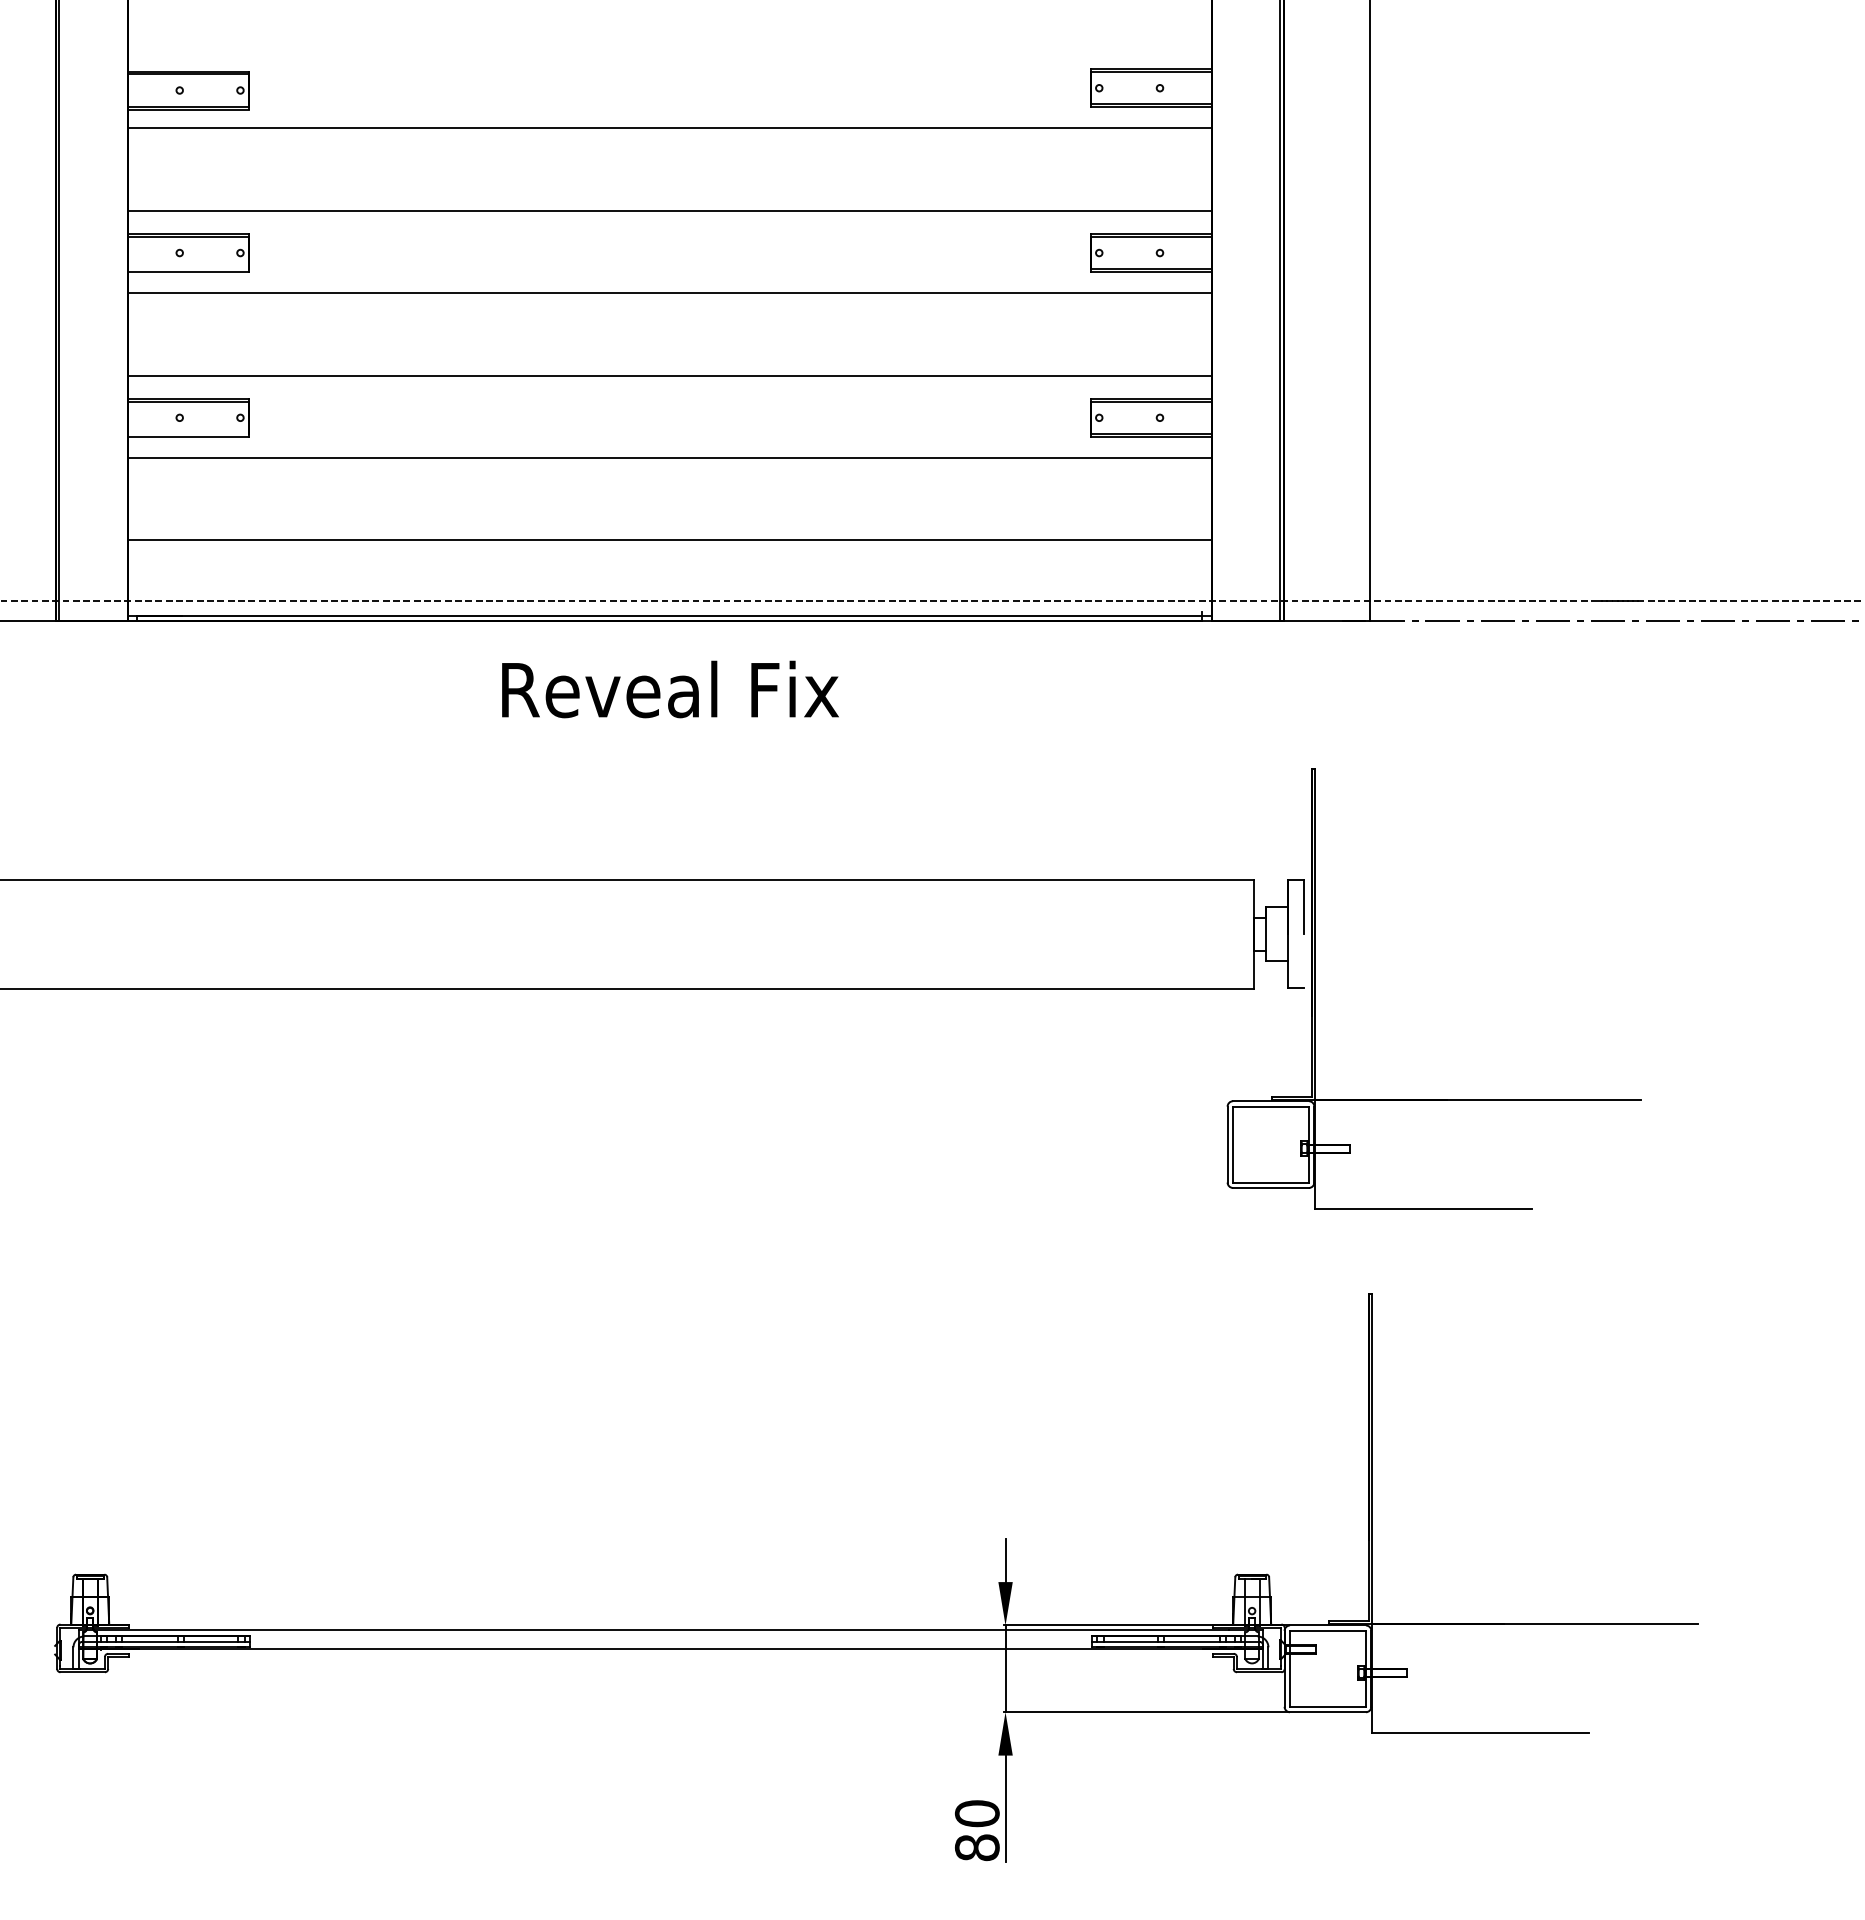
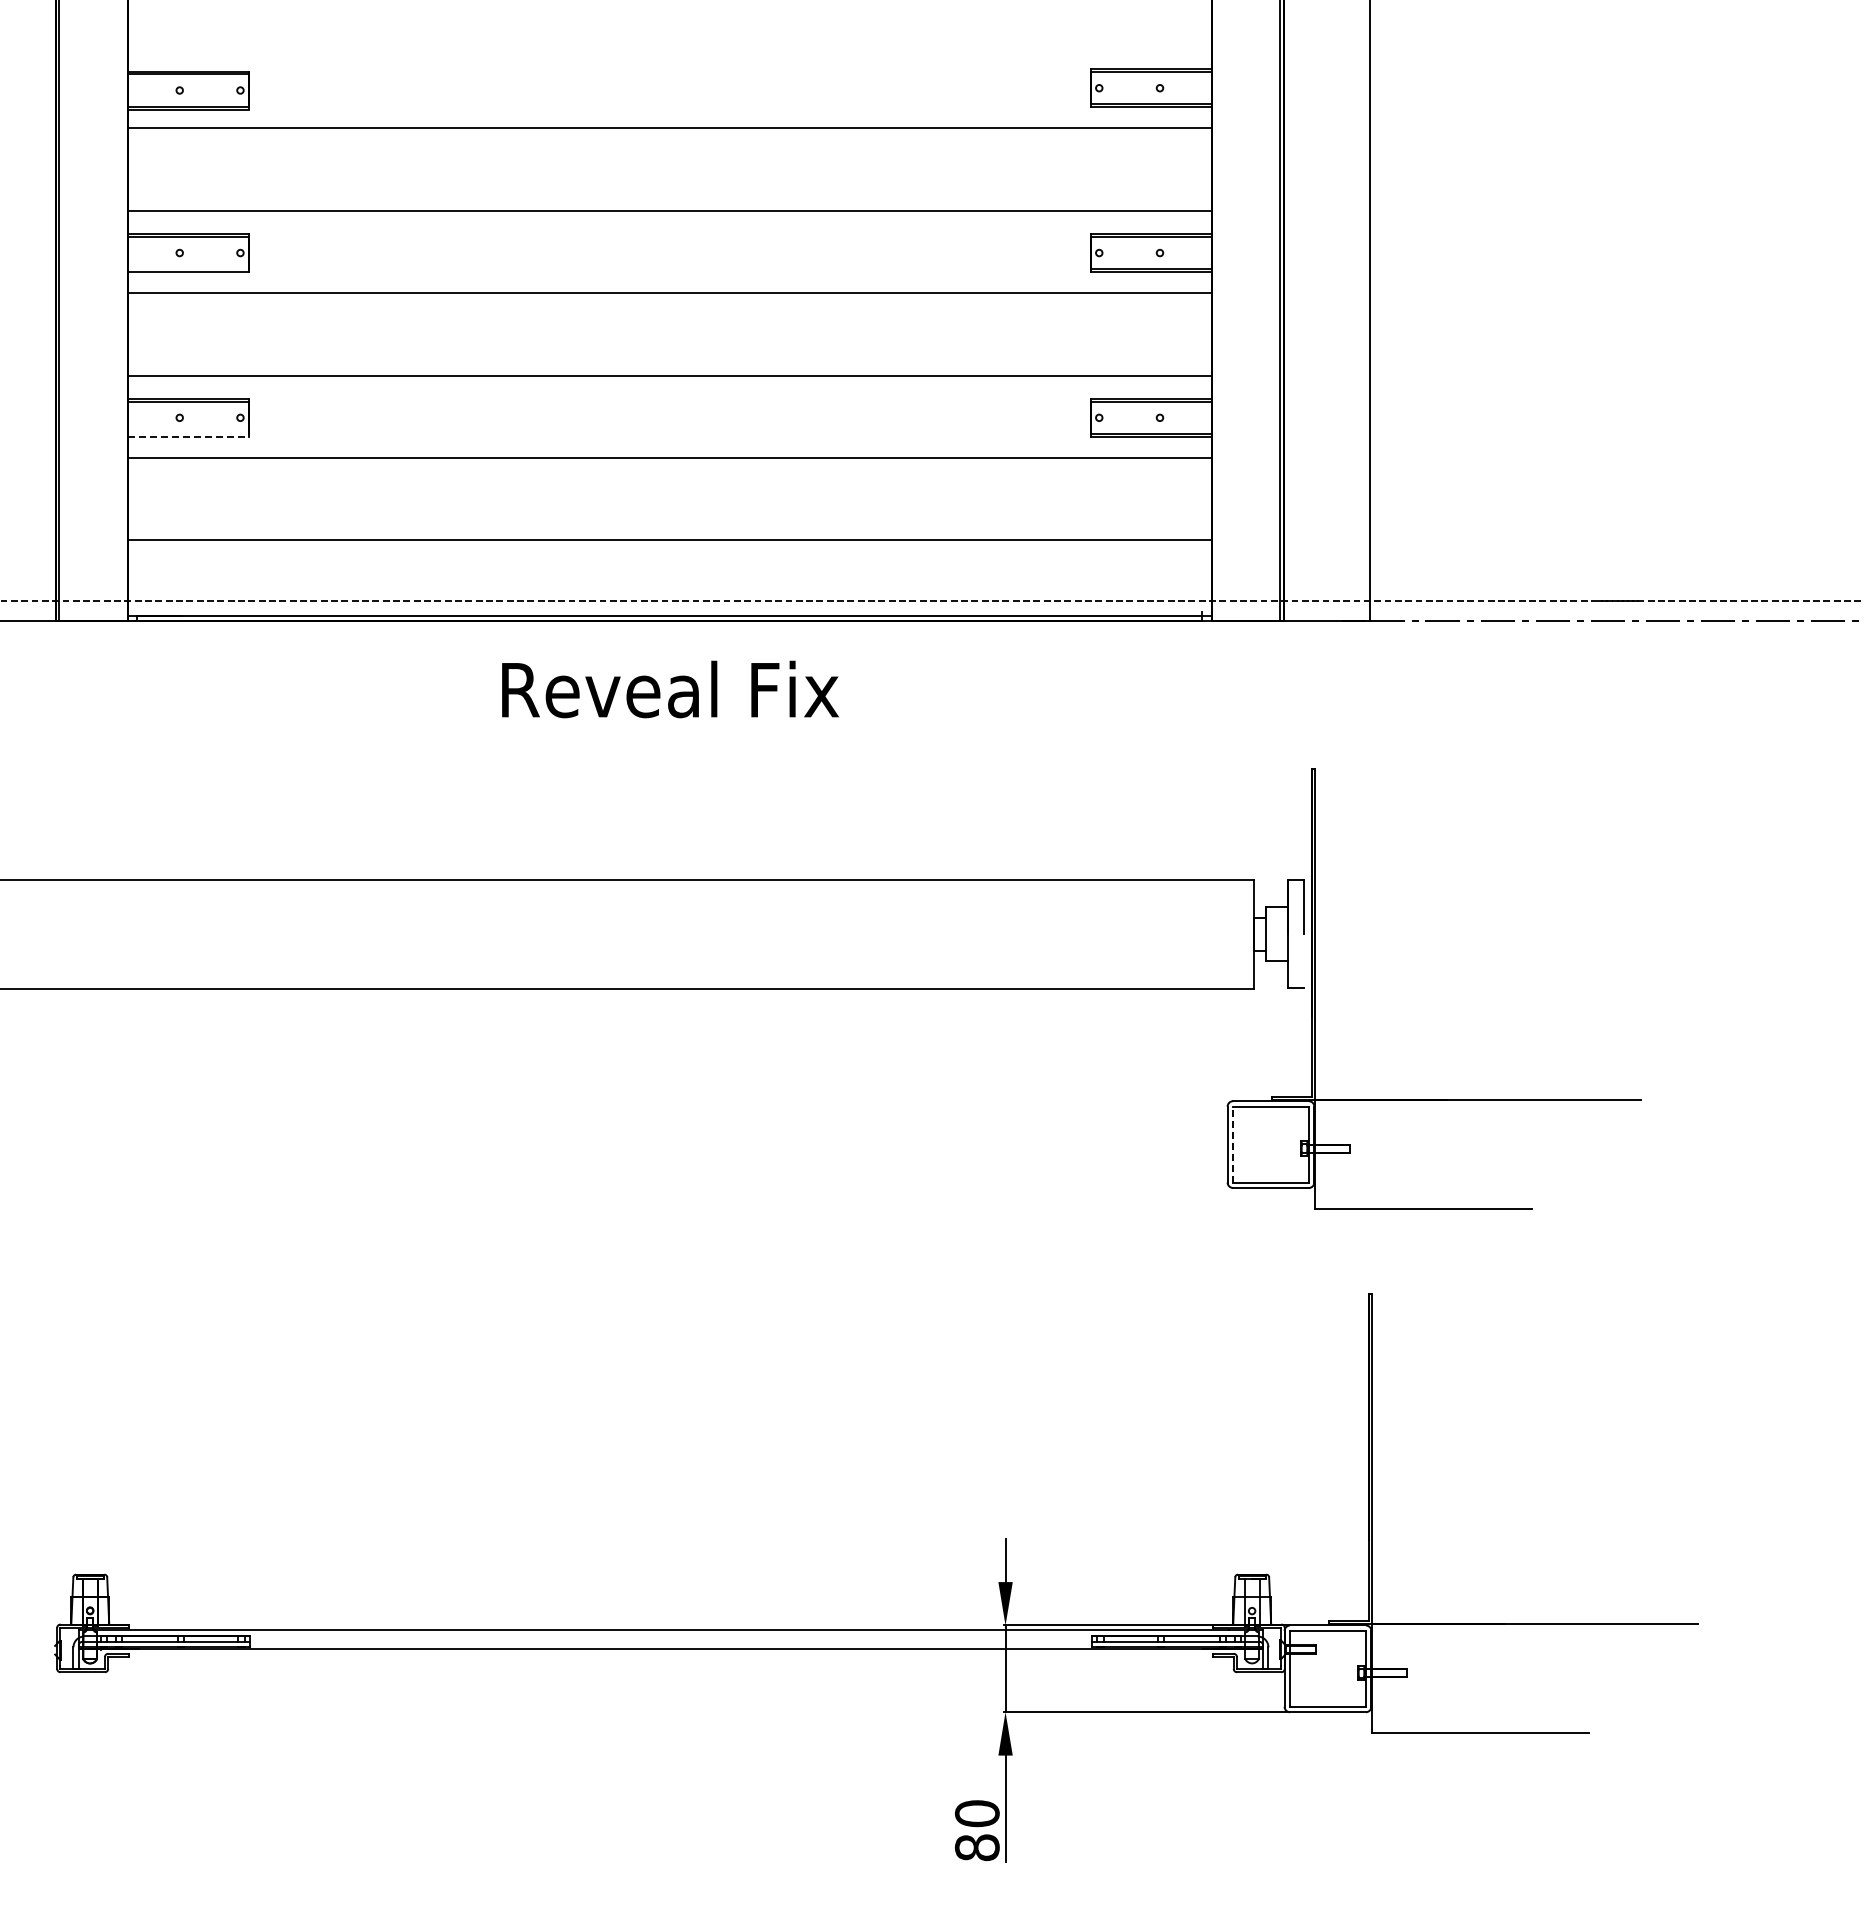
line at (188, 436): solid -> dashed
line at (1233, 1144): solid -> dashed
